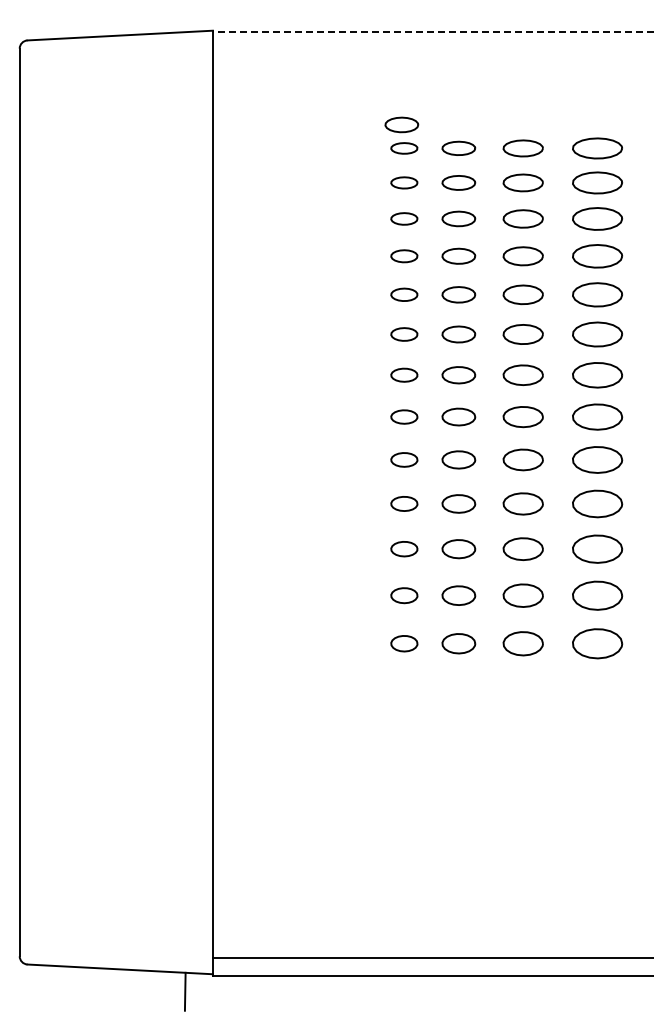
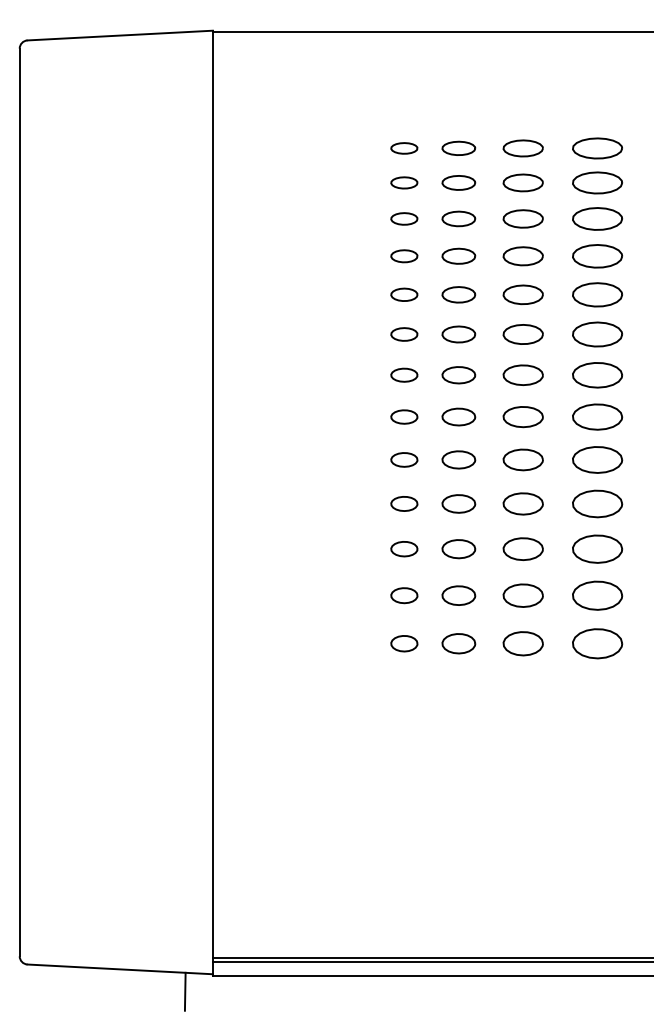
line at (432, 32): dashed -> solid
part at (401, 124): present -> none
line at (431, 961): none -> present
